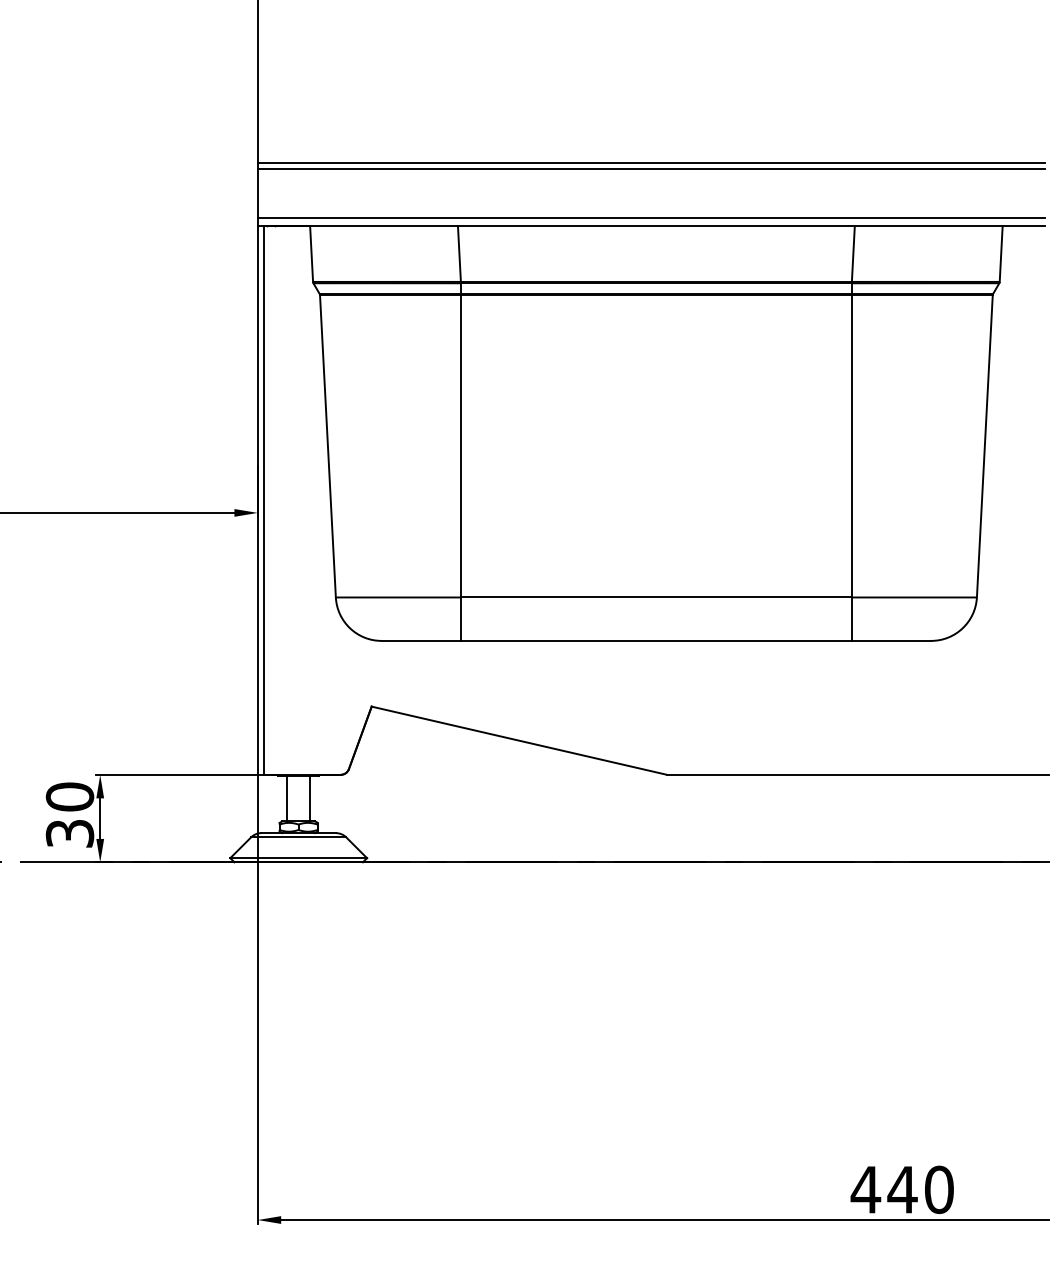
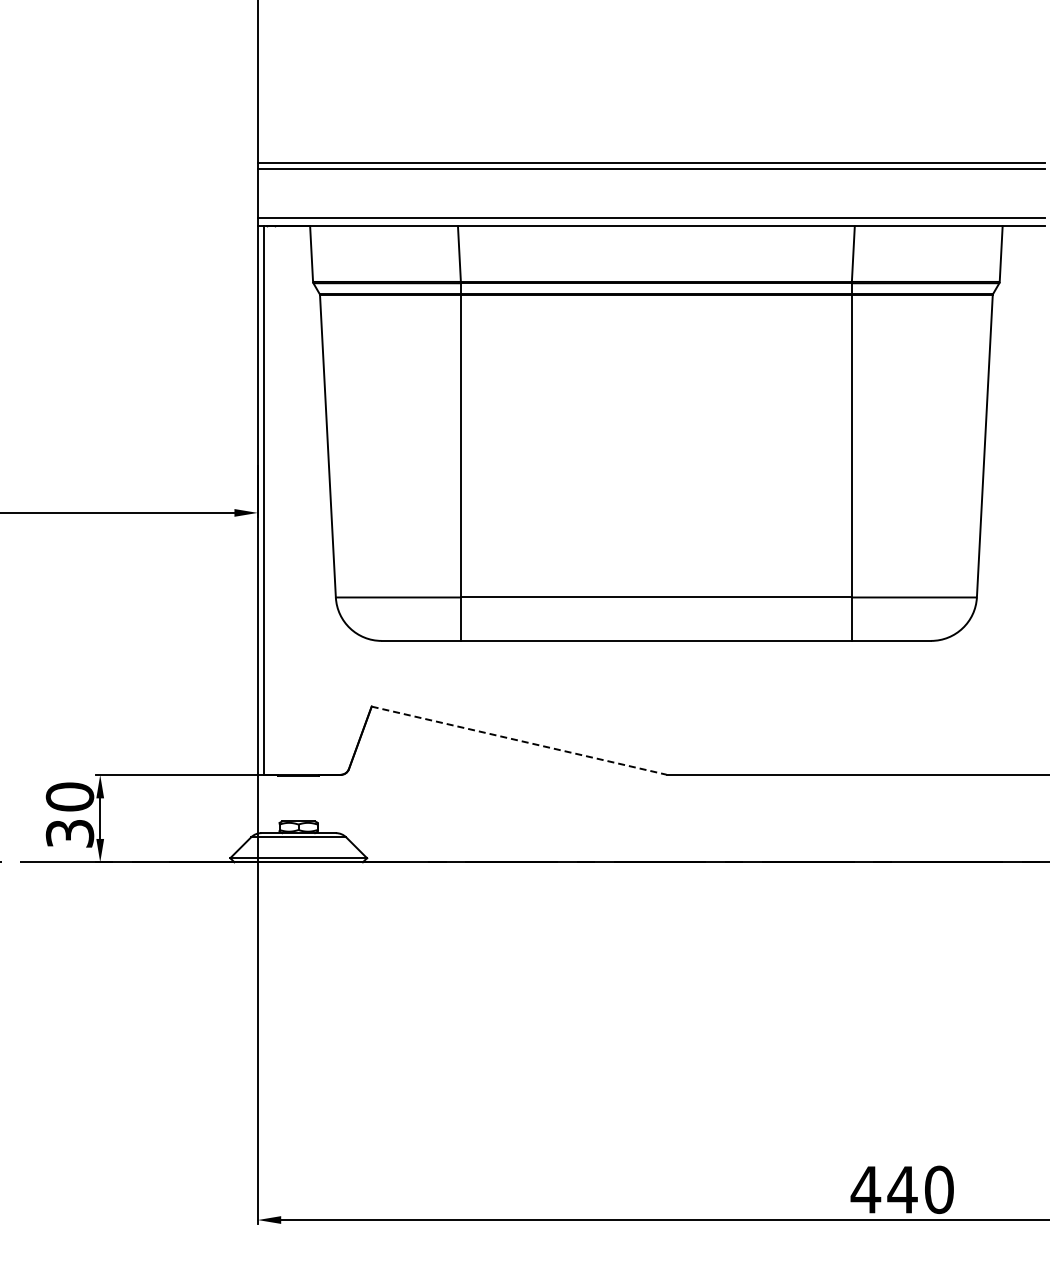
line at (519, 740): solid -> dashed
line at (287, 798): present -> none
line at (310, 798): present -> none
